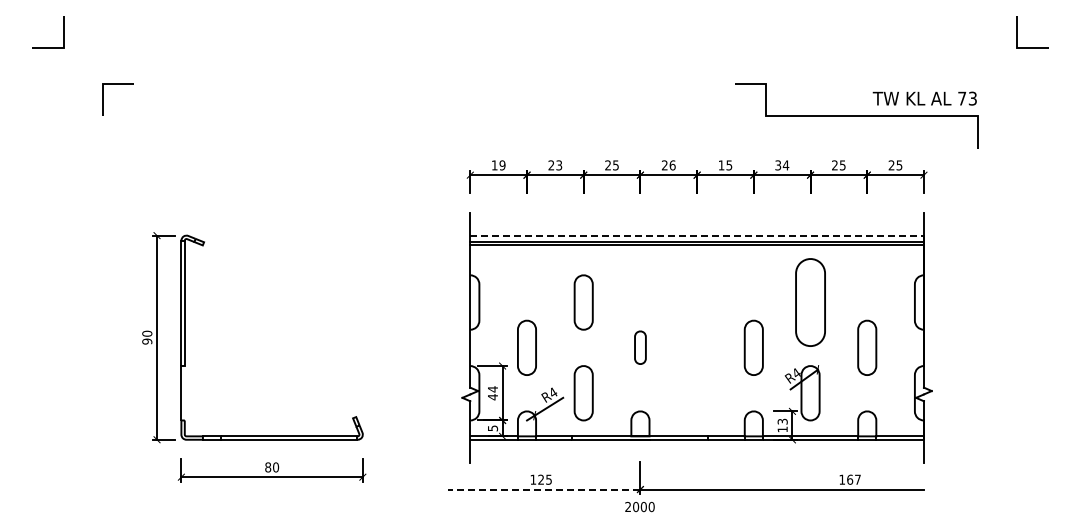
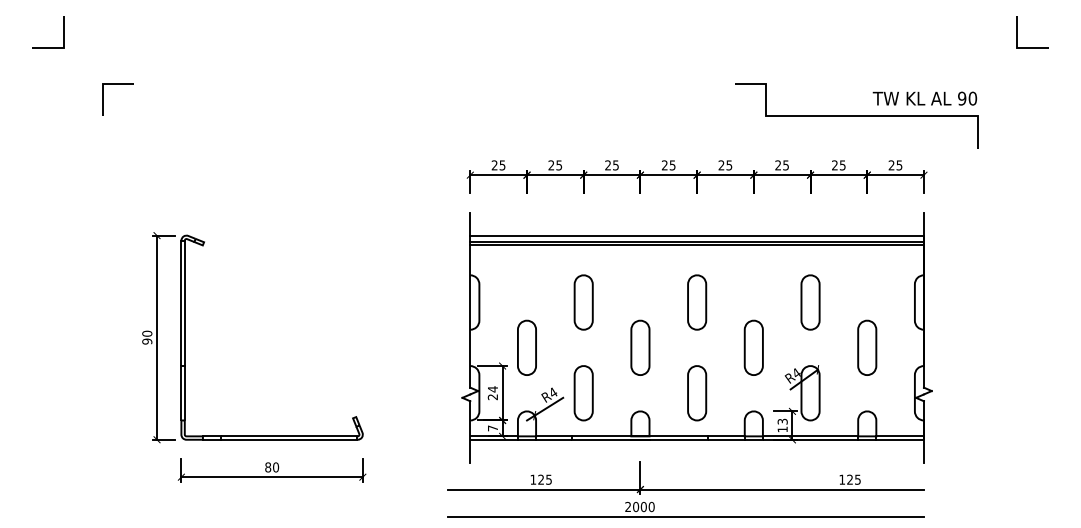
text at (967, 98): 73 -> 90
text at (558, 164): 23 -> 25
text at (498, 165): 19 -> 25
text at (672, 165): 26 -> 25
text at (721, 165): 15 -> 25
text at (782, 165): 34 -> 25
line at (697, 235): dashed -> solid
part at (697, 302): none -> present
part at (810, 302) size: 31x89 px -> 21x57 px
part at (640, 347) size: 13x35 px -> 21x57 px
line at (184, 393): none -> present
part at (697, 393): none -> present
text at (492, 397): 44 -> 24
text at (493, 428): 5 -> 7
text at (853, 479): 167 -> 125
line at (543, 489): dashed -> solid
line at (685, 516): none -> present
